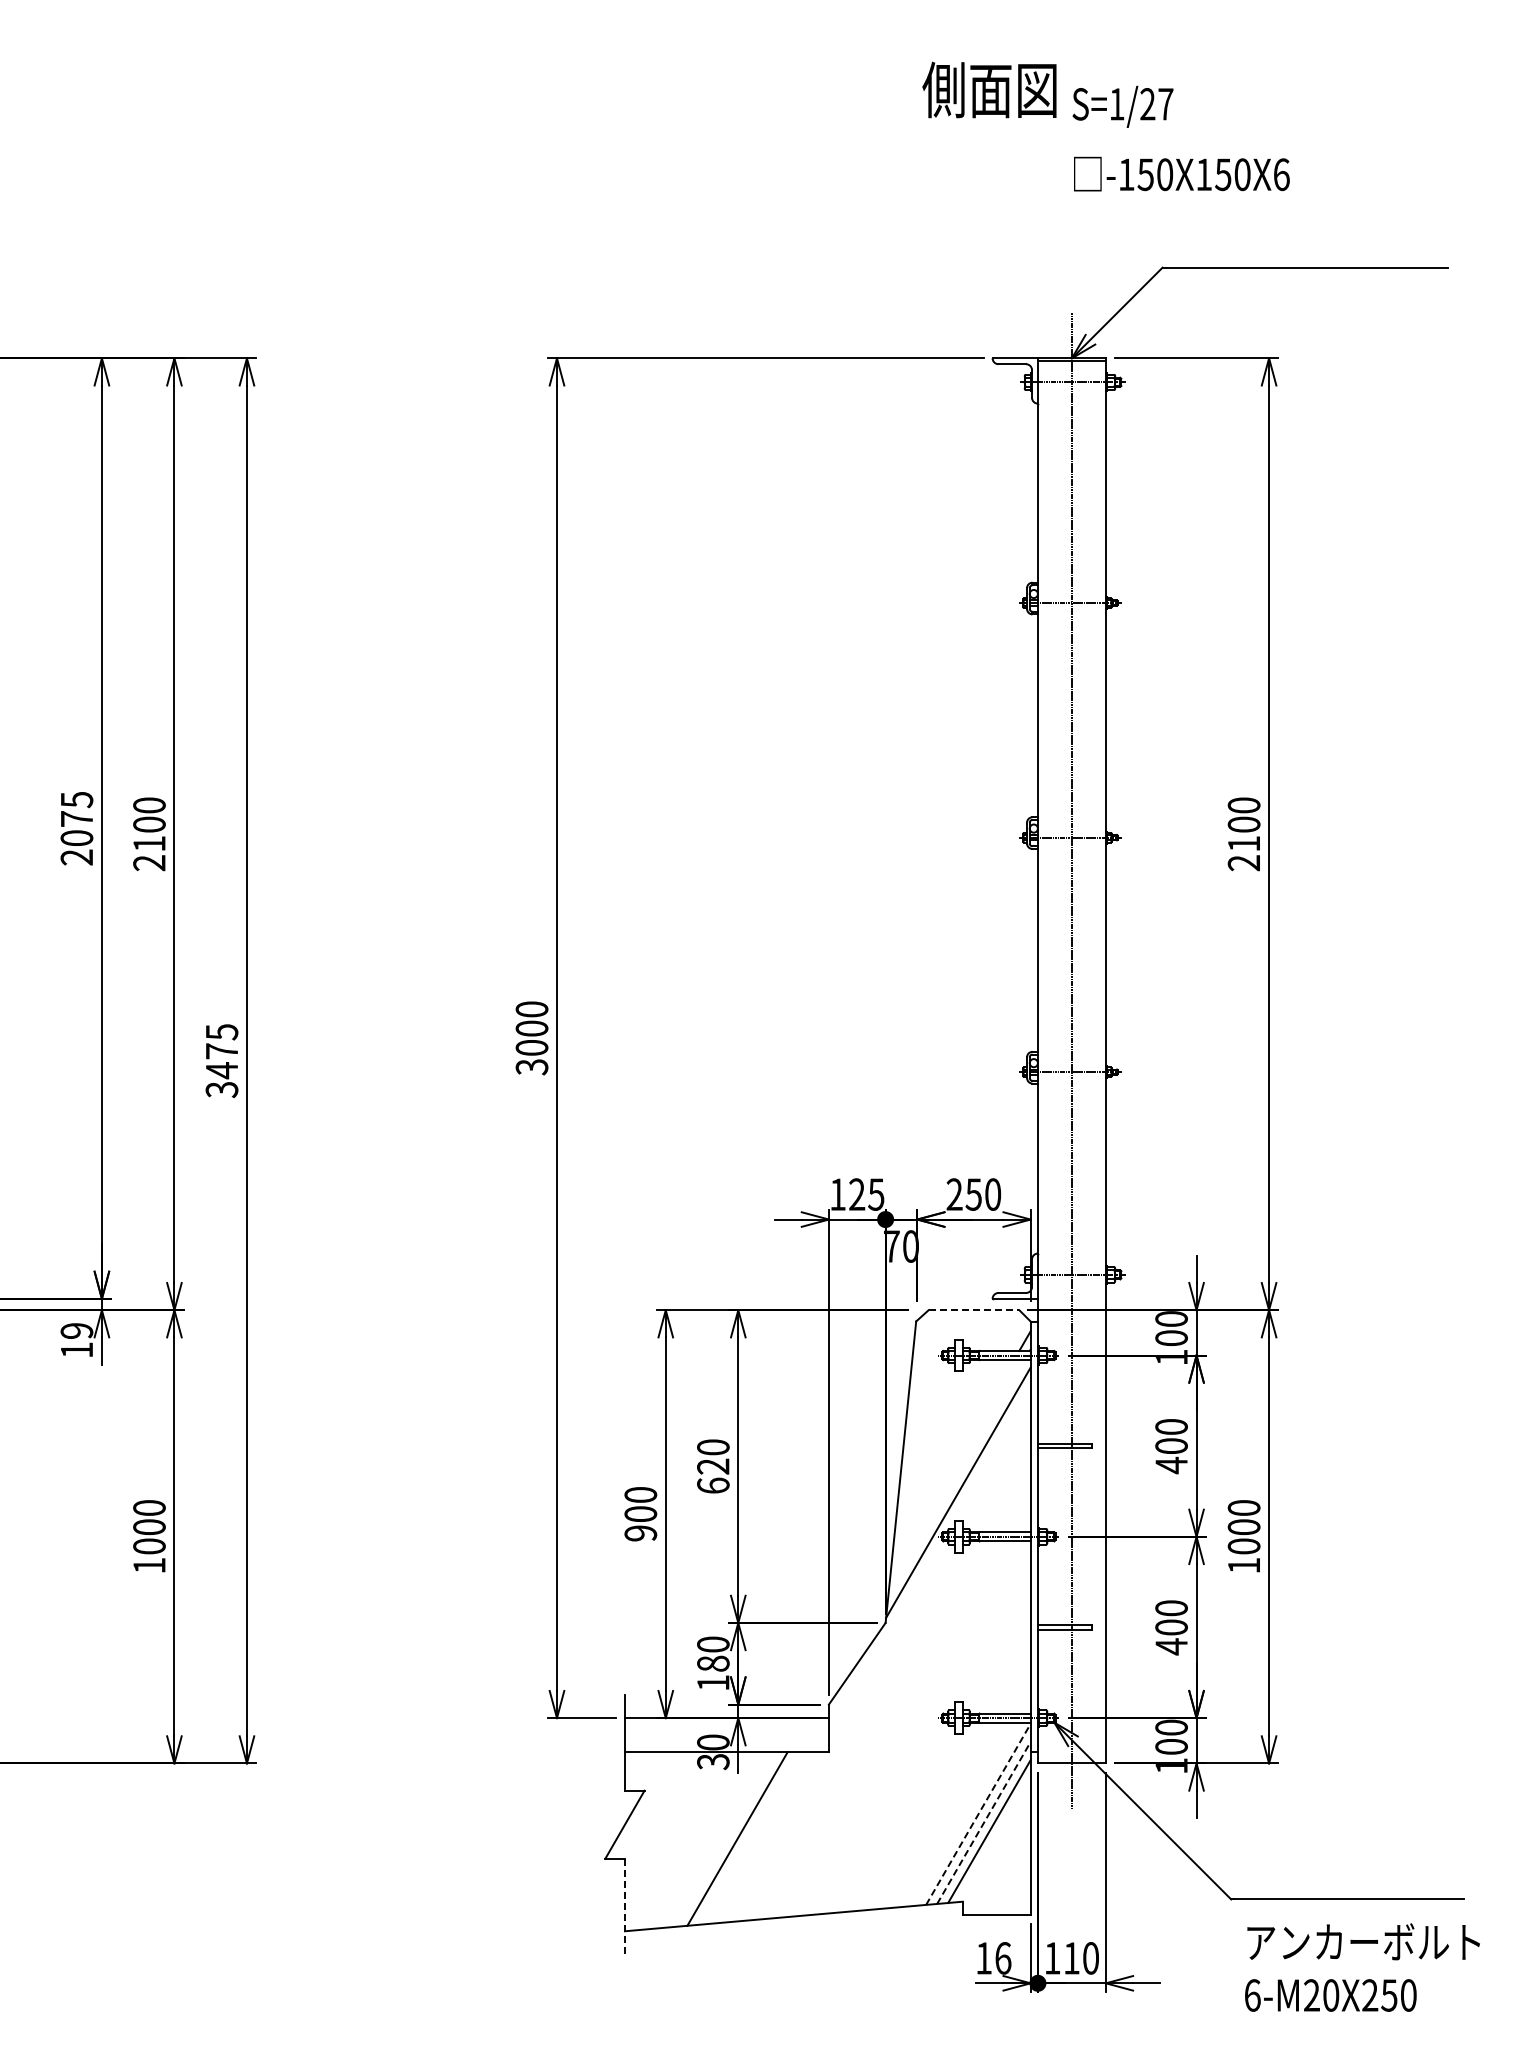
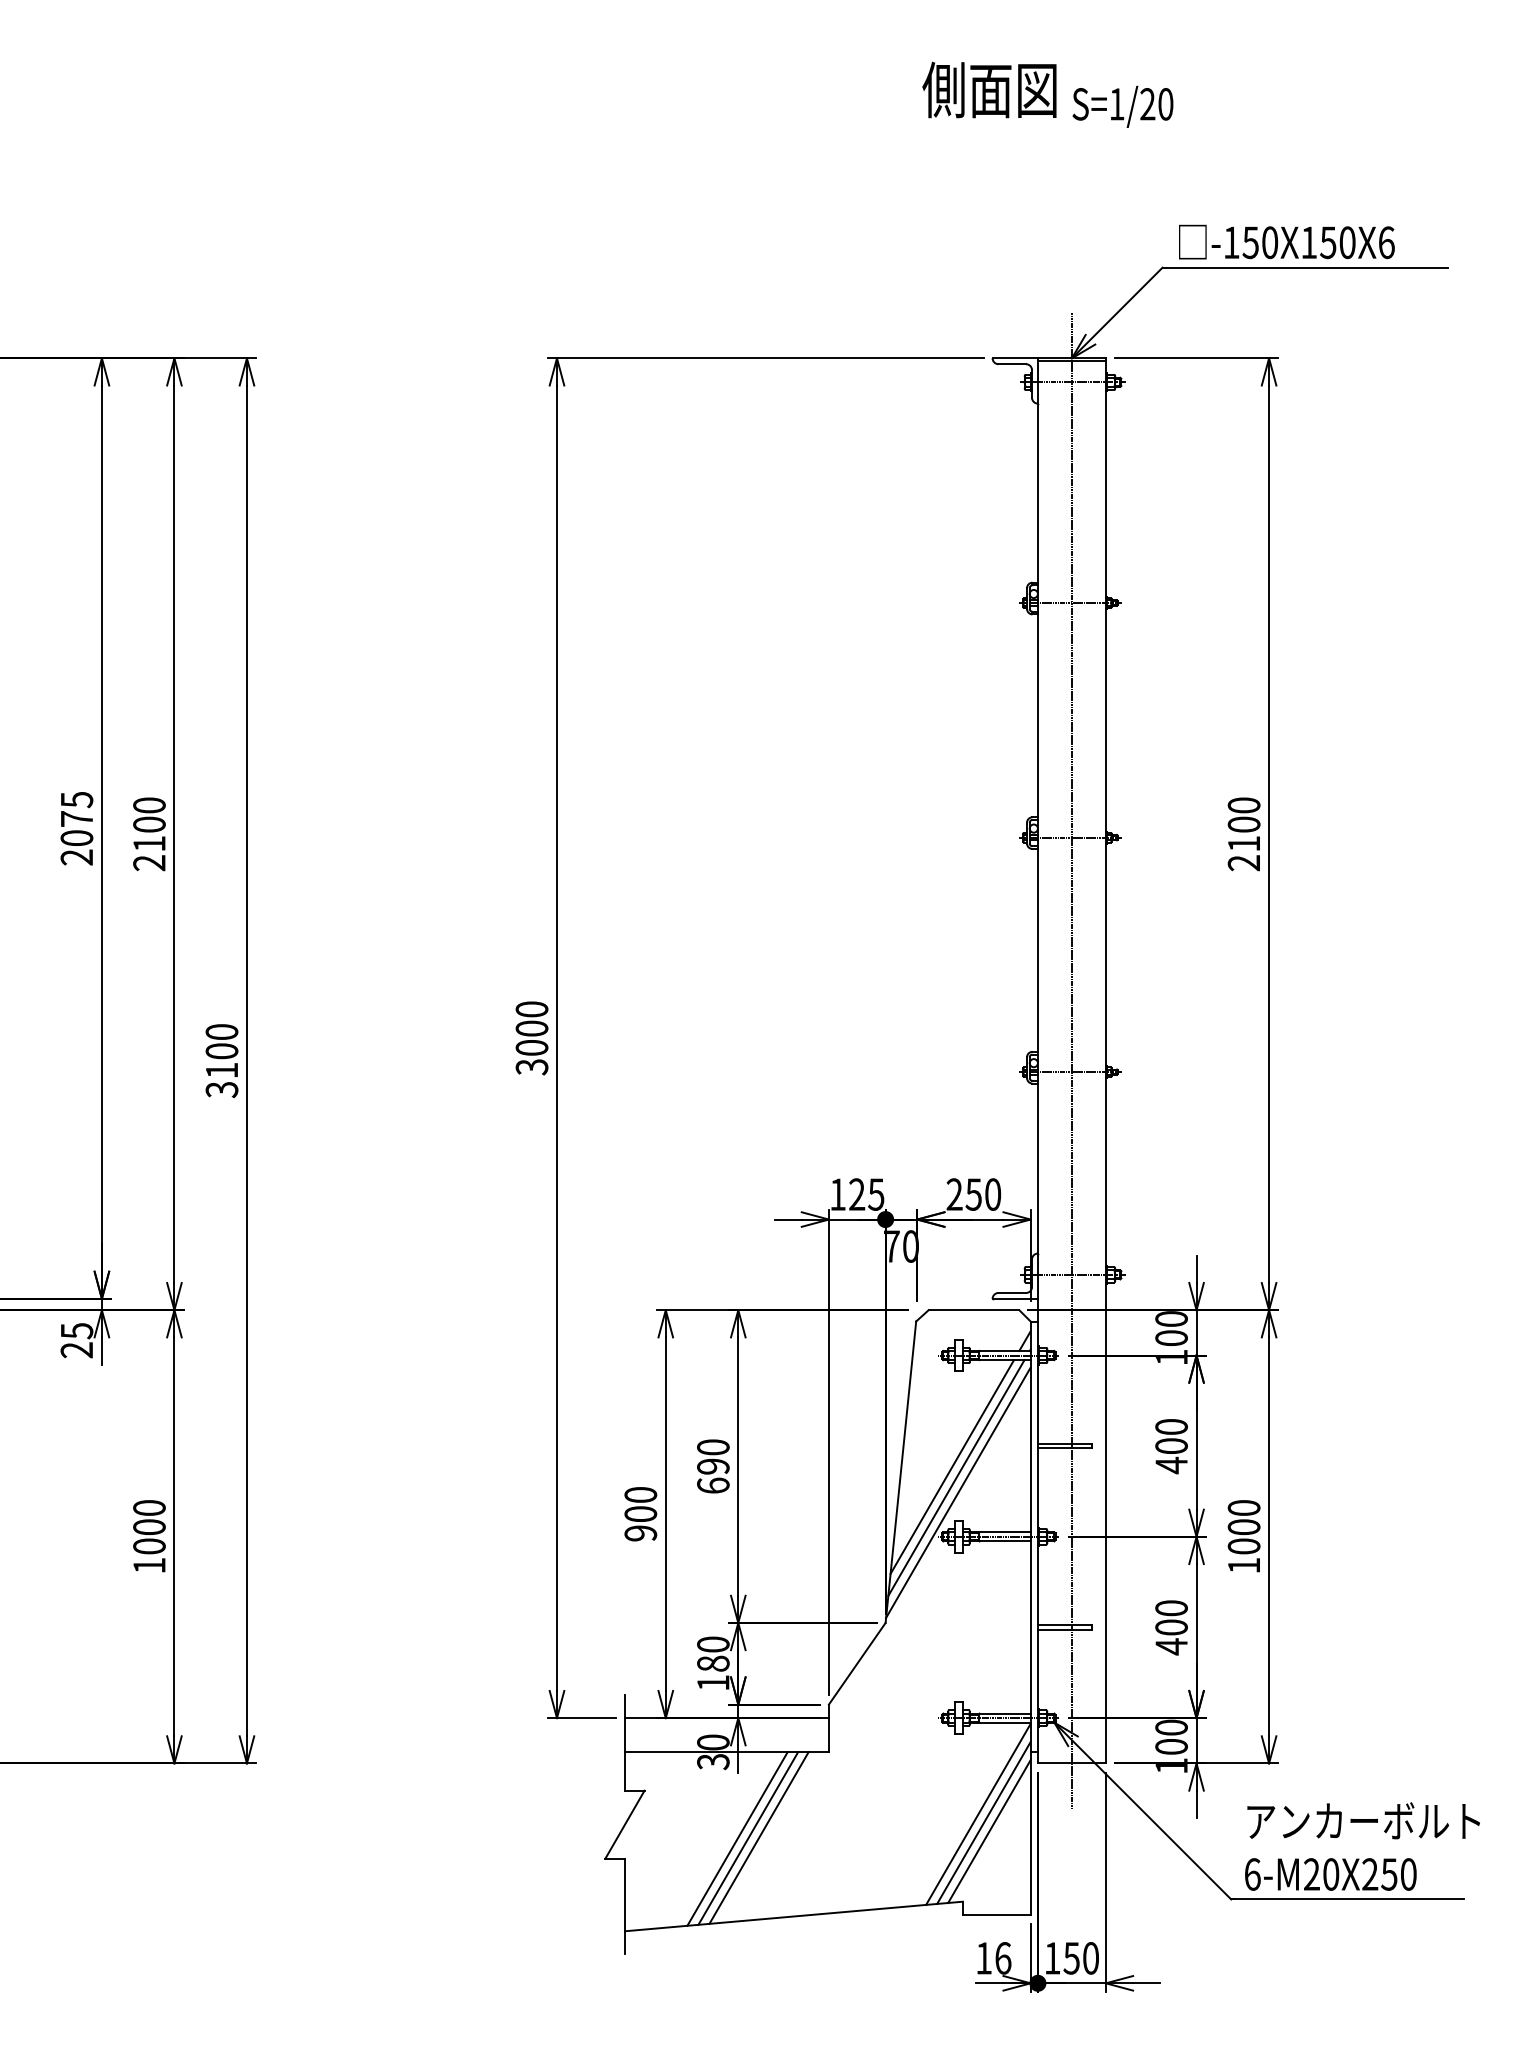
text at (1165, 104): S=1/27 -> S=1/20
text at (1181, 173) position: (1181, 173) -> (1286, 241)
text at (221, 1051): 3475 -> 3100
line at (974, 1310): dashed -> solid
text at (76, 1340): 19 -> 25
text at (713, 1466): 620 -> 690
line at (952, 1466): none -> present
line at (956, 1477): none -> present
line at (978, 1814): dashed -> solid
line at (983, 1822): dashed -> solid
line at (758, 1837): none -> present
line at (748, 1838): none -> present
line at (624, 1906): dashed -> solid
text at (1071, 1958): 110 -> 150
text at (1362, 1967) position: (1362, 1967) -> (1362, 1846)
